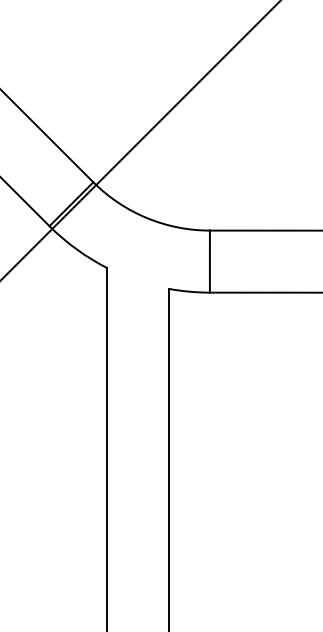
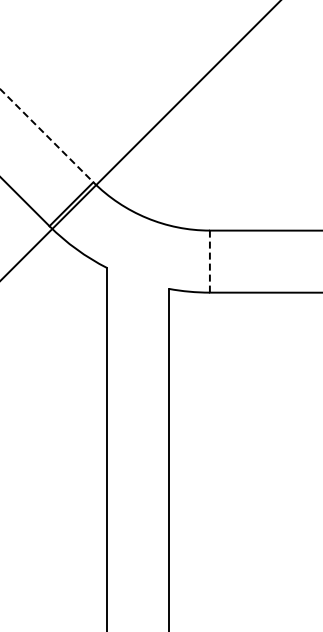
line at (46, 135): solid -> dashed
line at (209, 262): solid -> dashed
